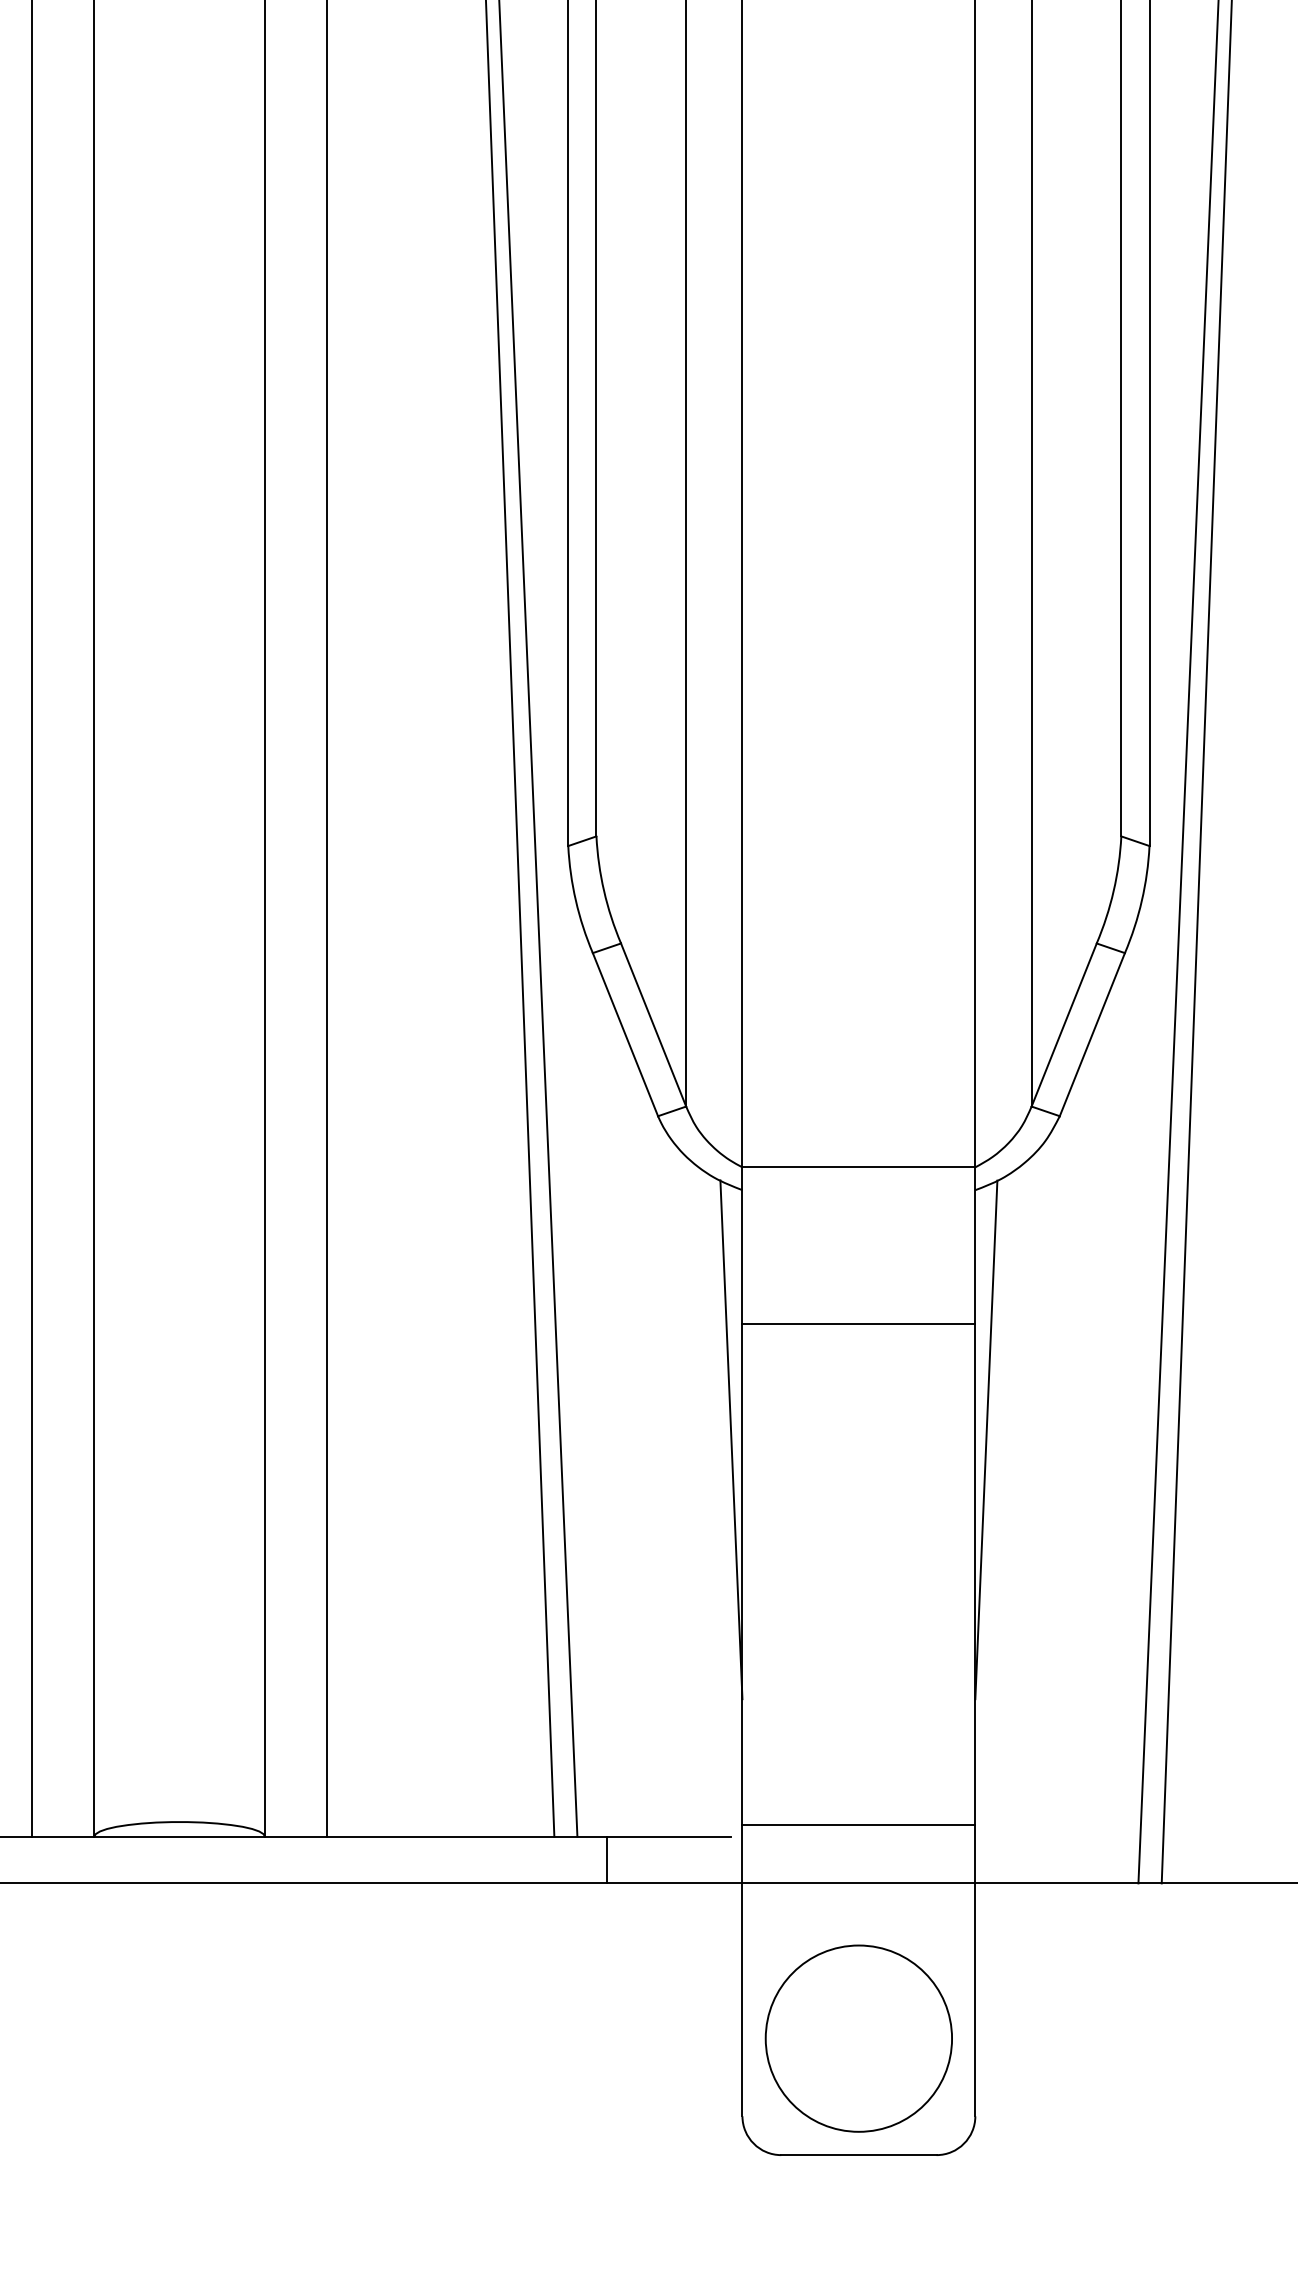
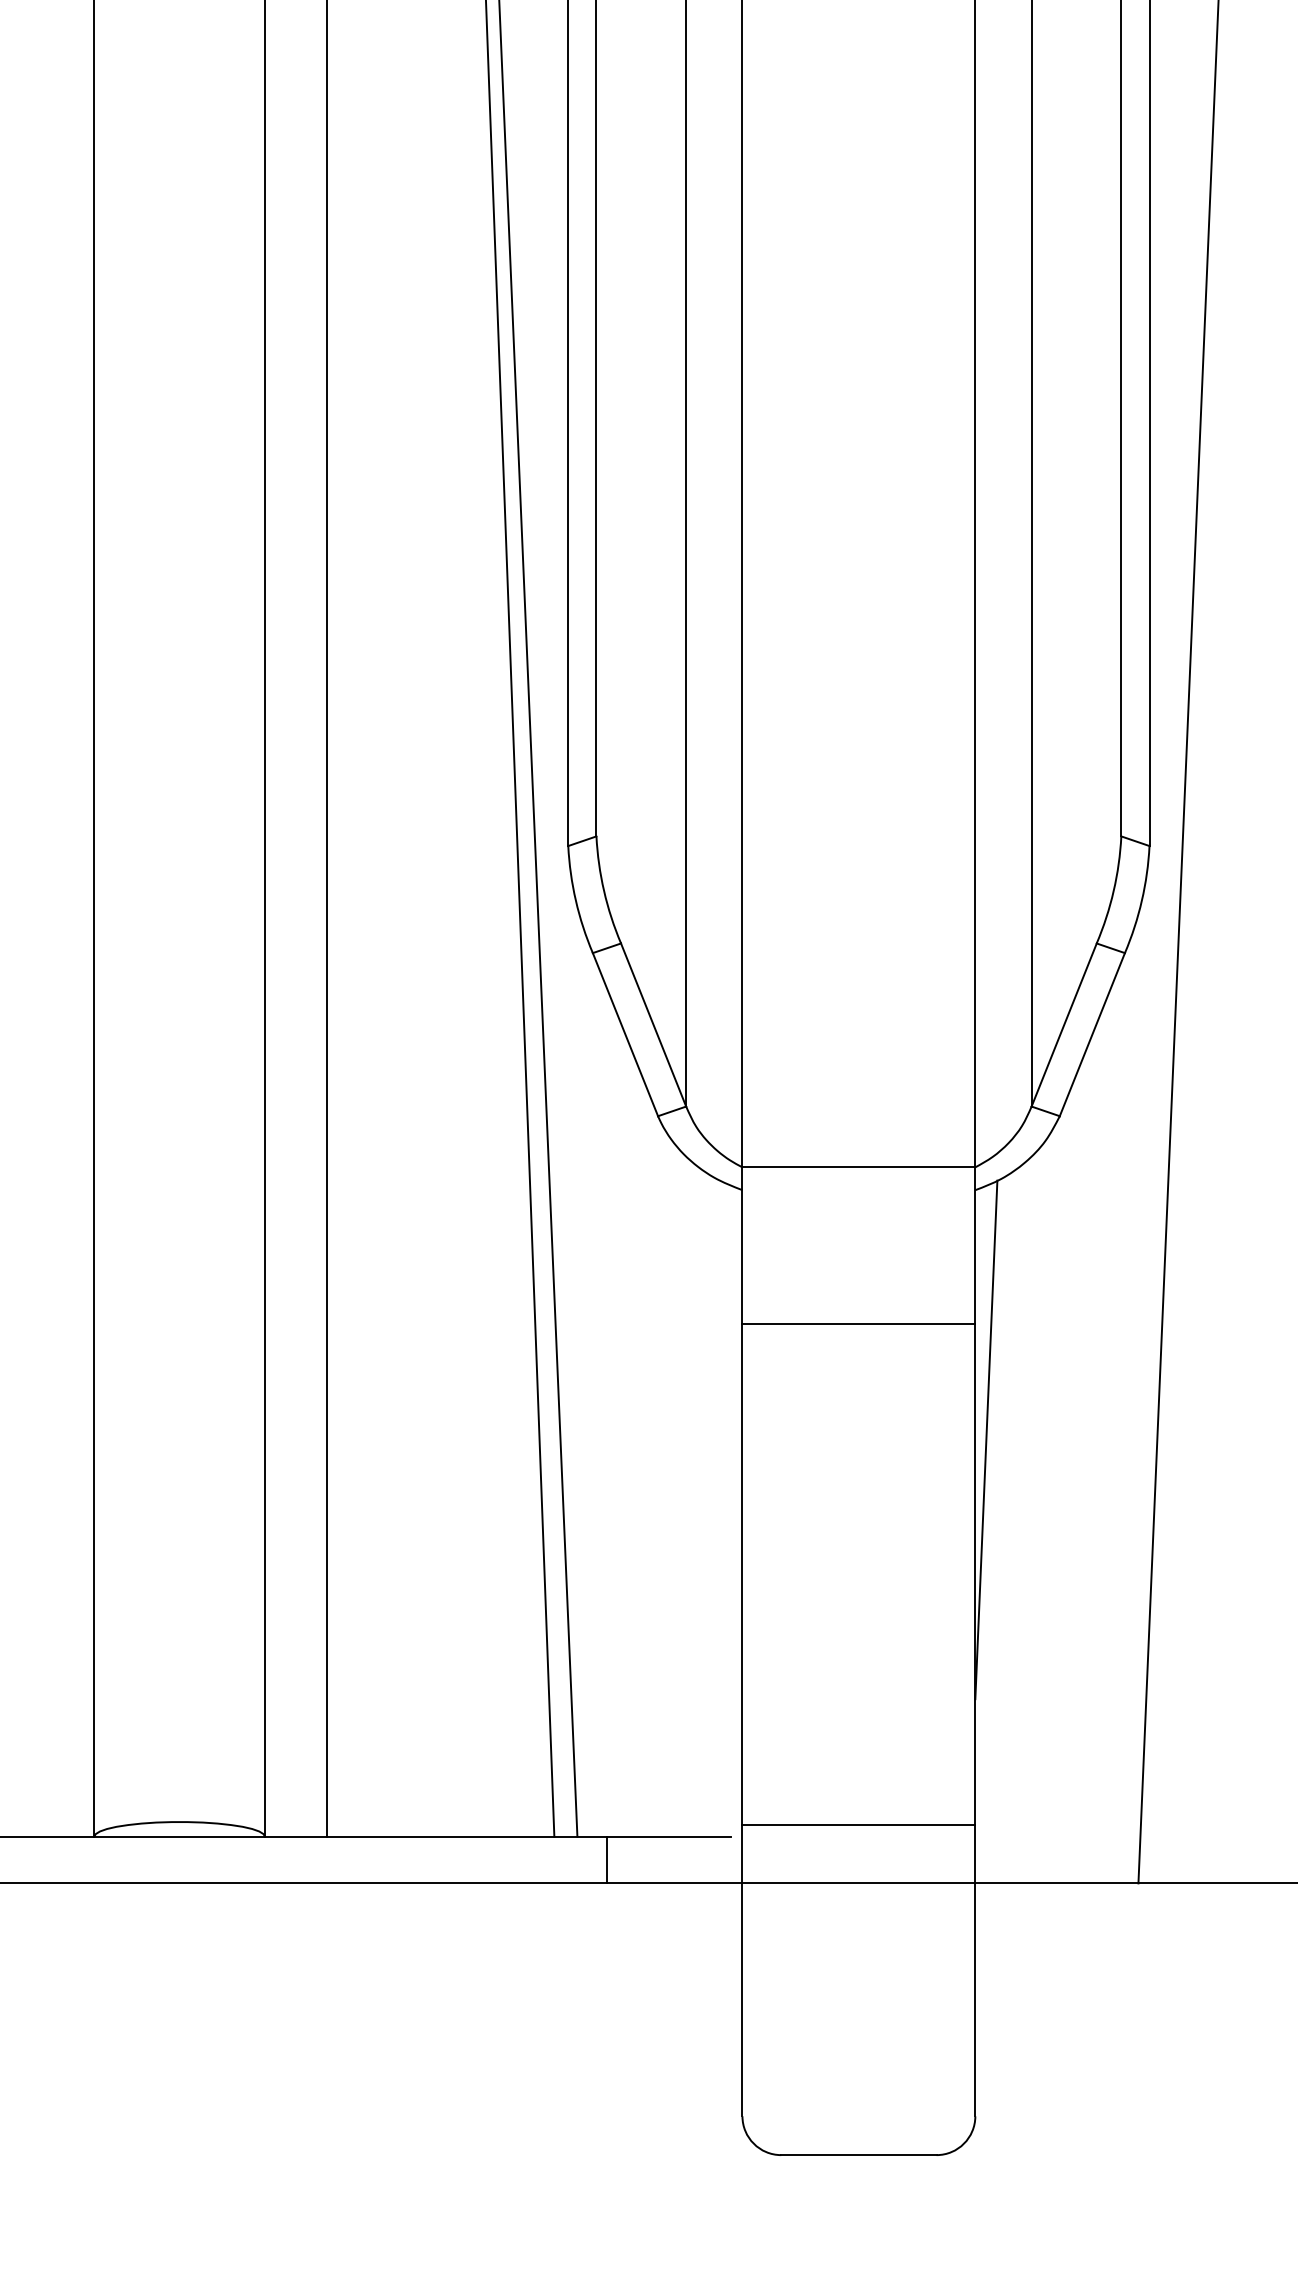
line at (32, 919): present -> none
line at (1196, 942): present -> none
line at (731, 1439): present -> none
circle at (858, 2038): present -> none
